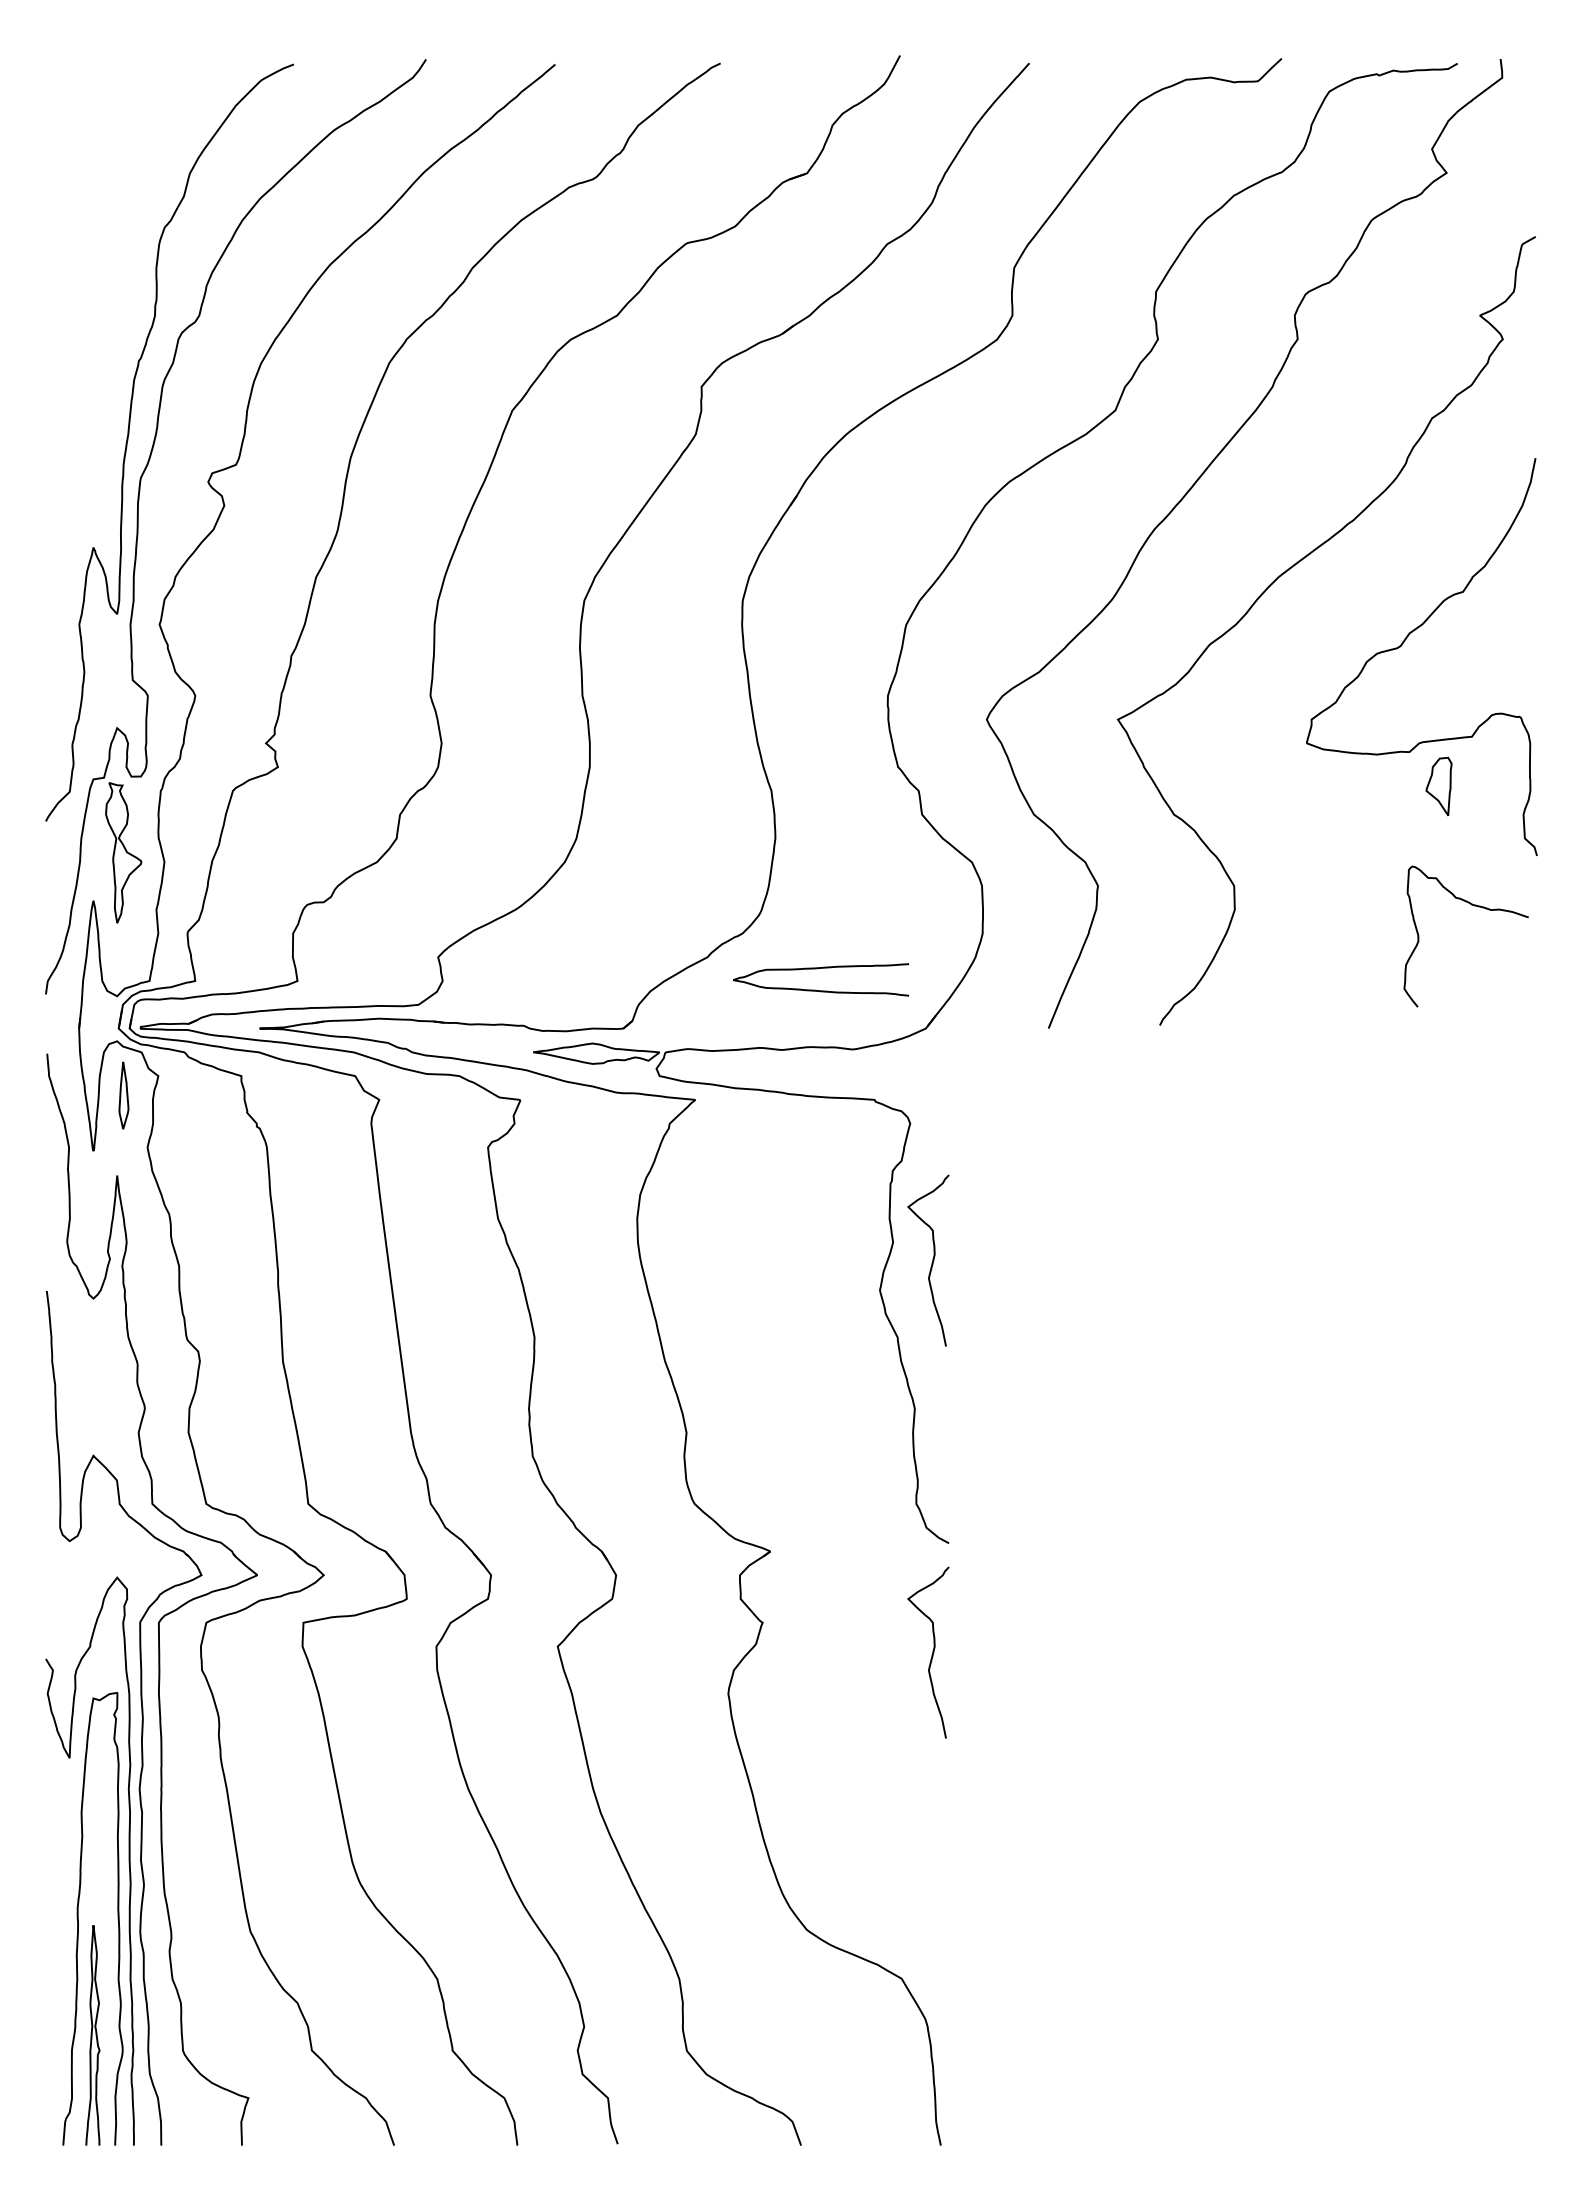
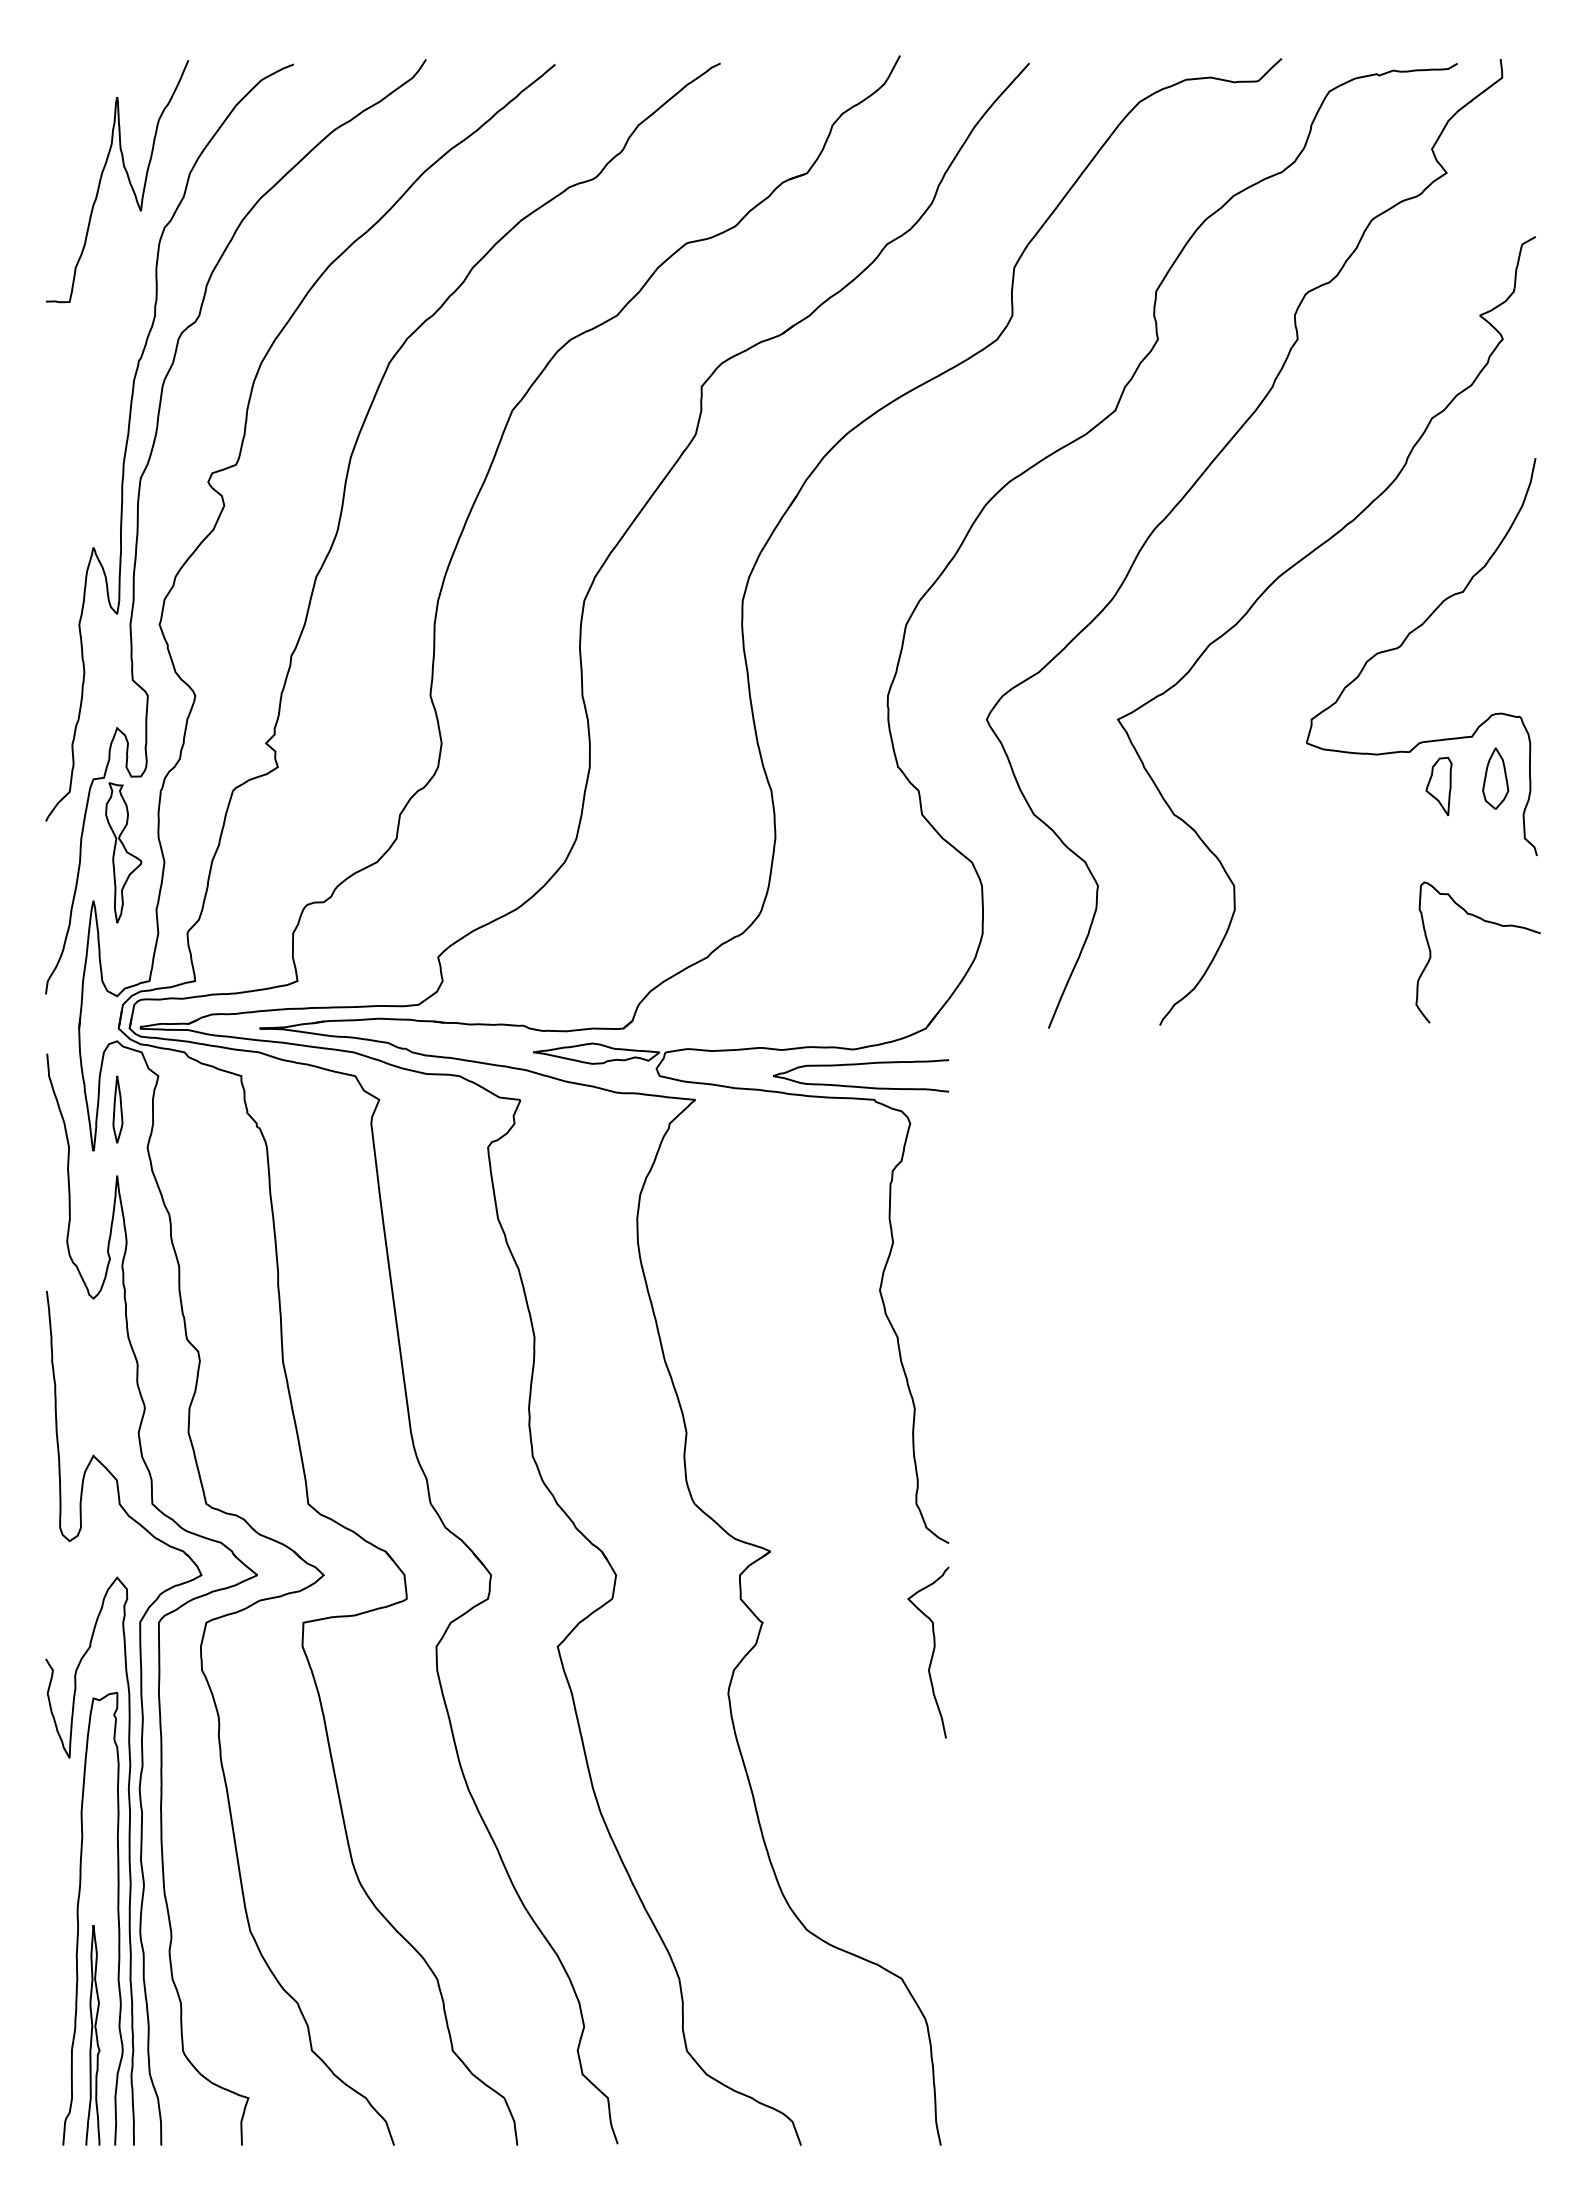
curve at (127, 178): none -> present
part at (1495, 778): none -> present
curve at (1474, 906) position: (1474, 906) -> (1486, 922)
curve at (817, 969) position: (817, 969) -> (857, 1065)
part at (123, 1095) position: (123, 1095) -> (117, 1109)
curve at (931, 1262): present -> none
